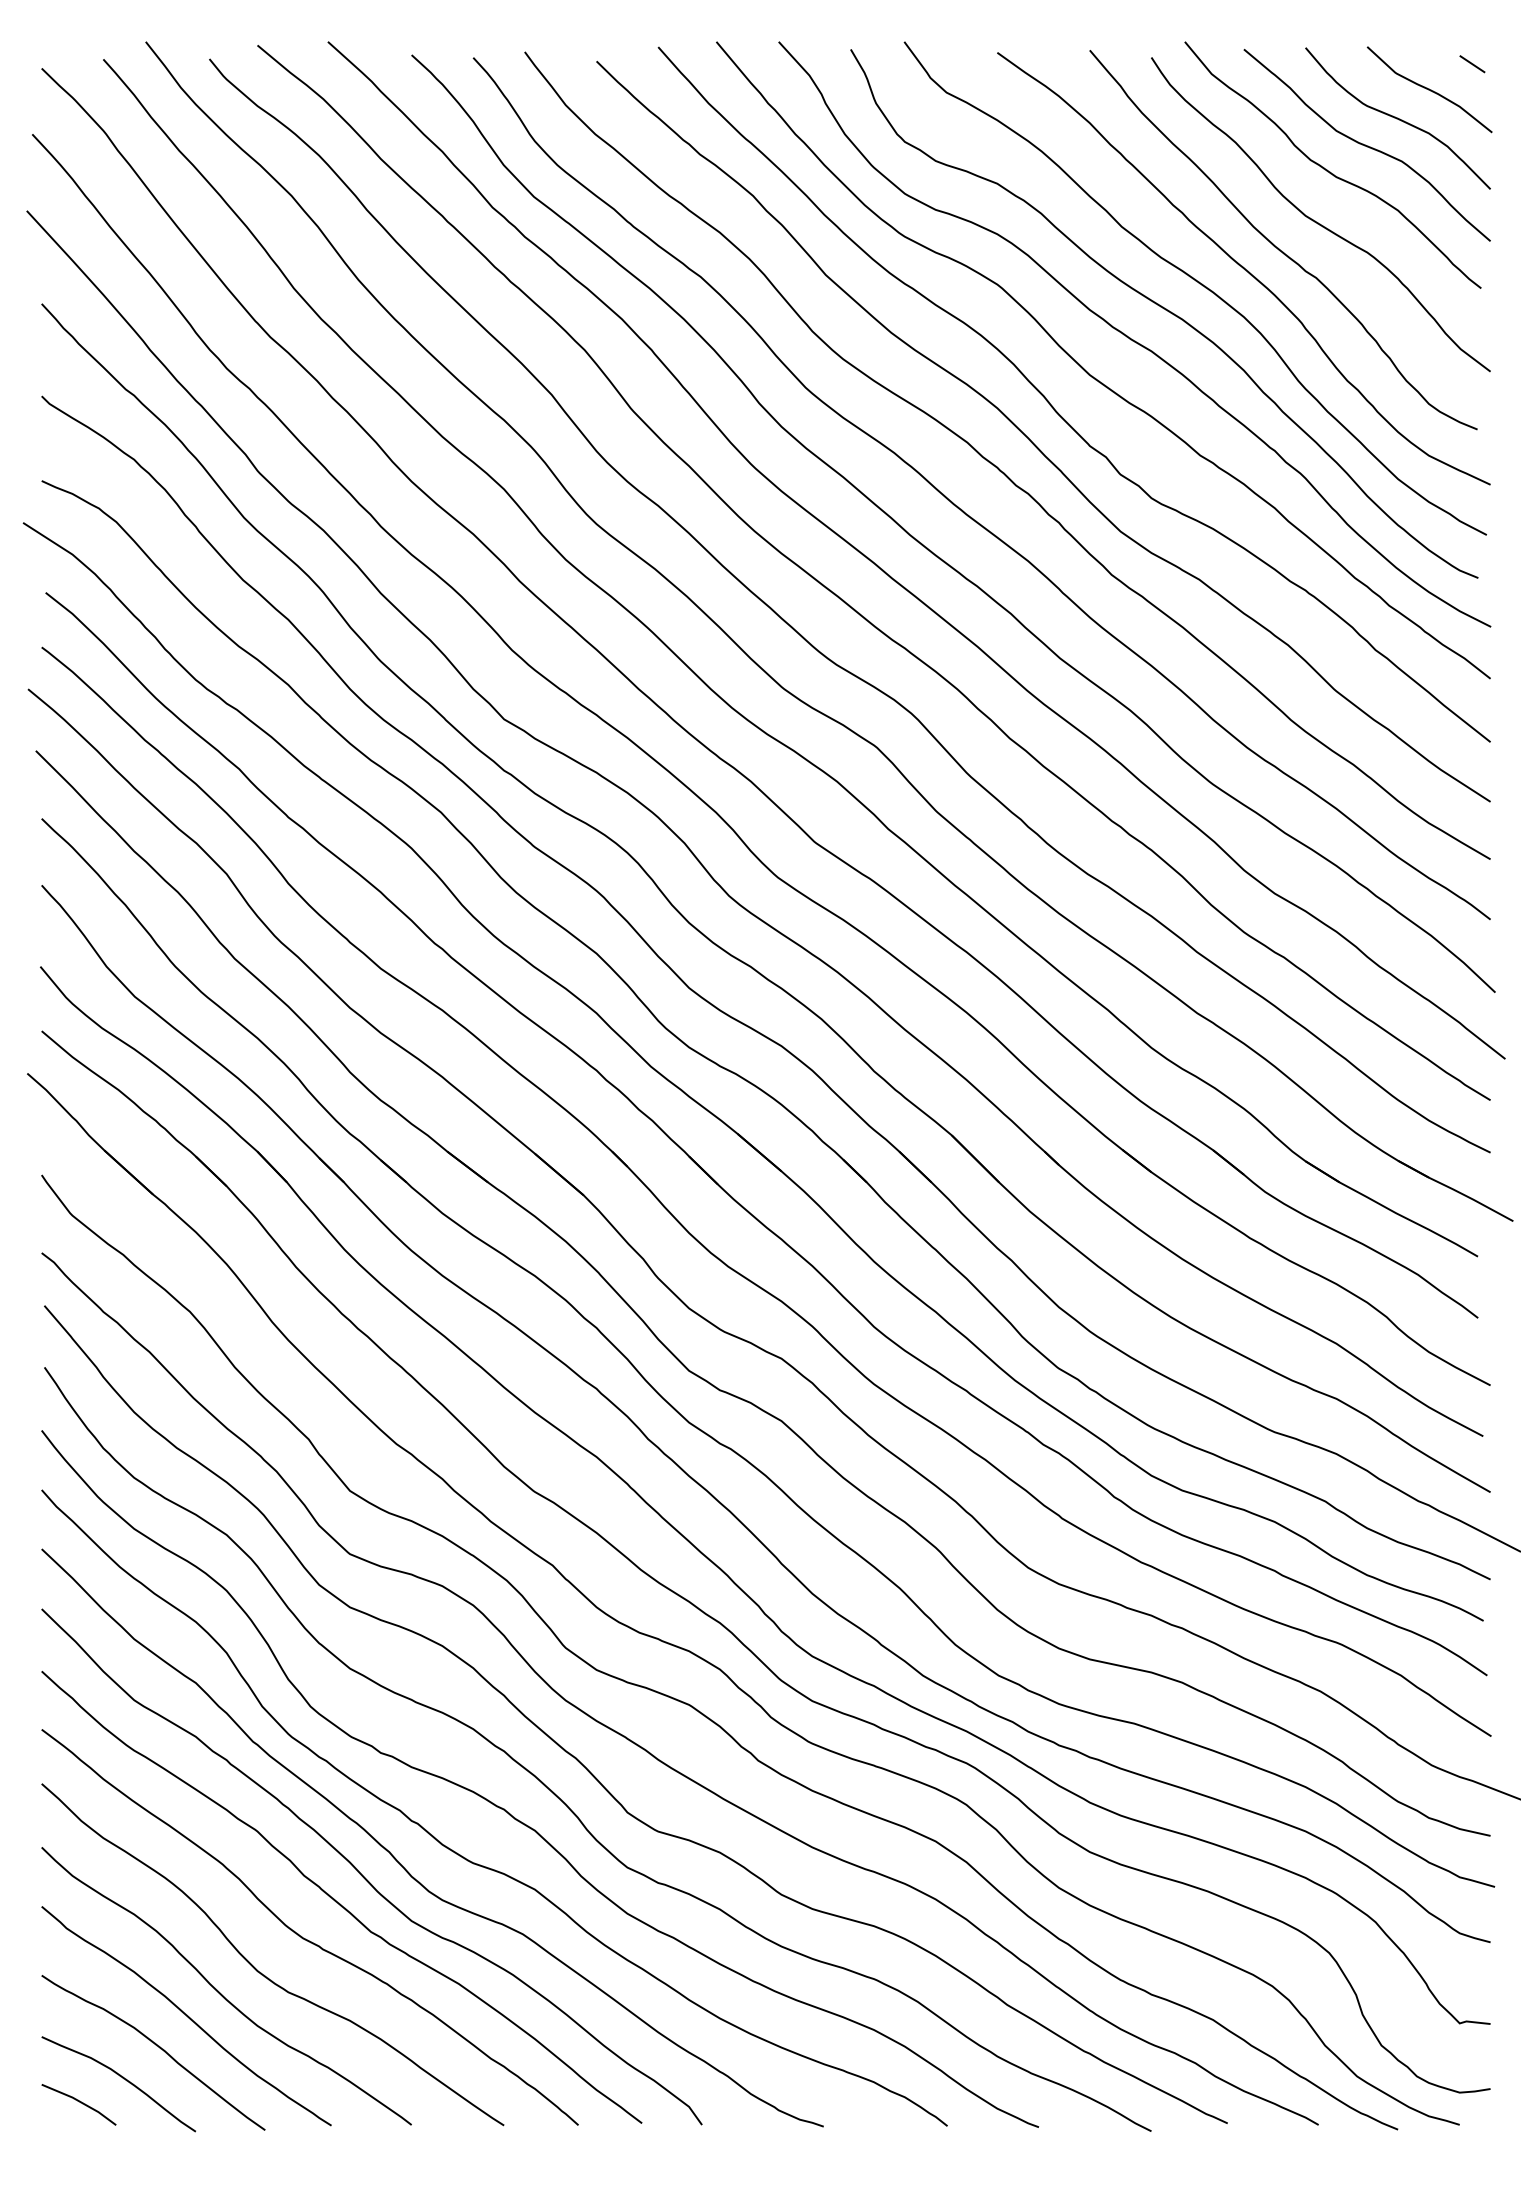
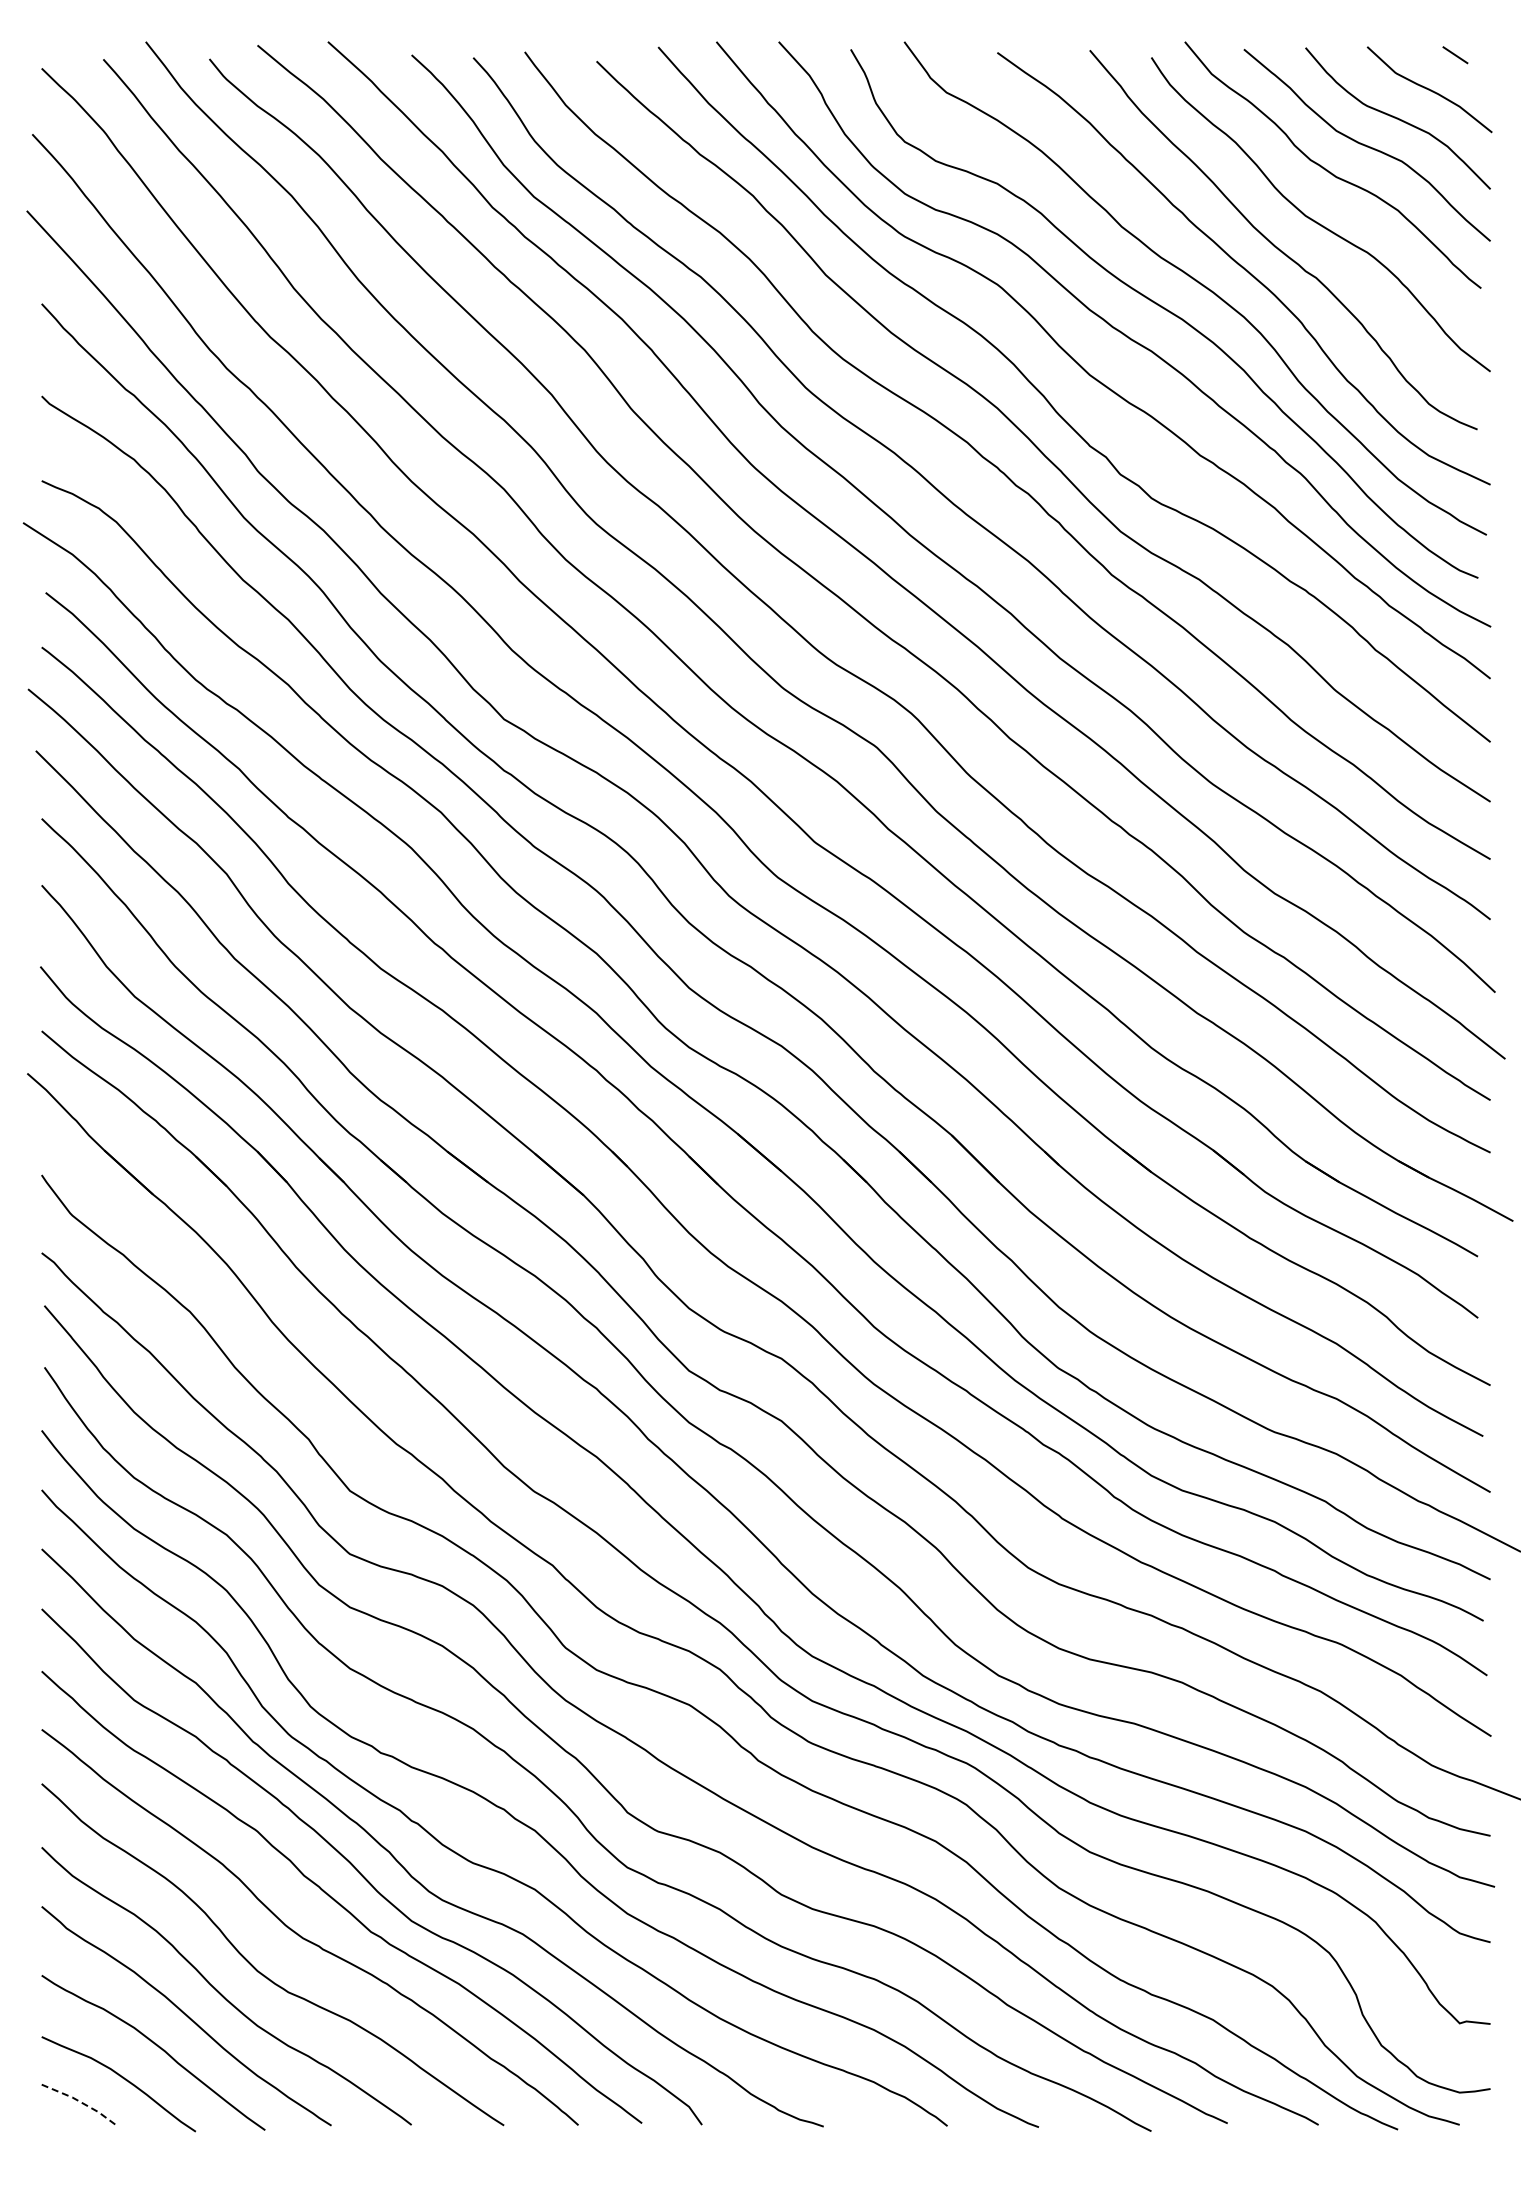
line at (1472, 64) position: (1472, 64) -> (1455, 55)
line at (81, 2102): solid -> dashed
